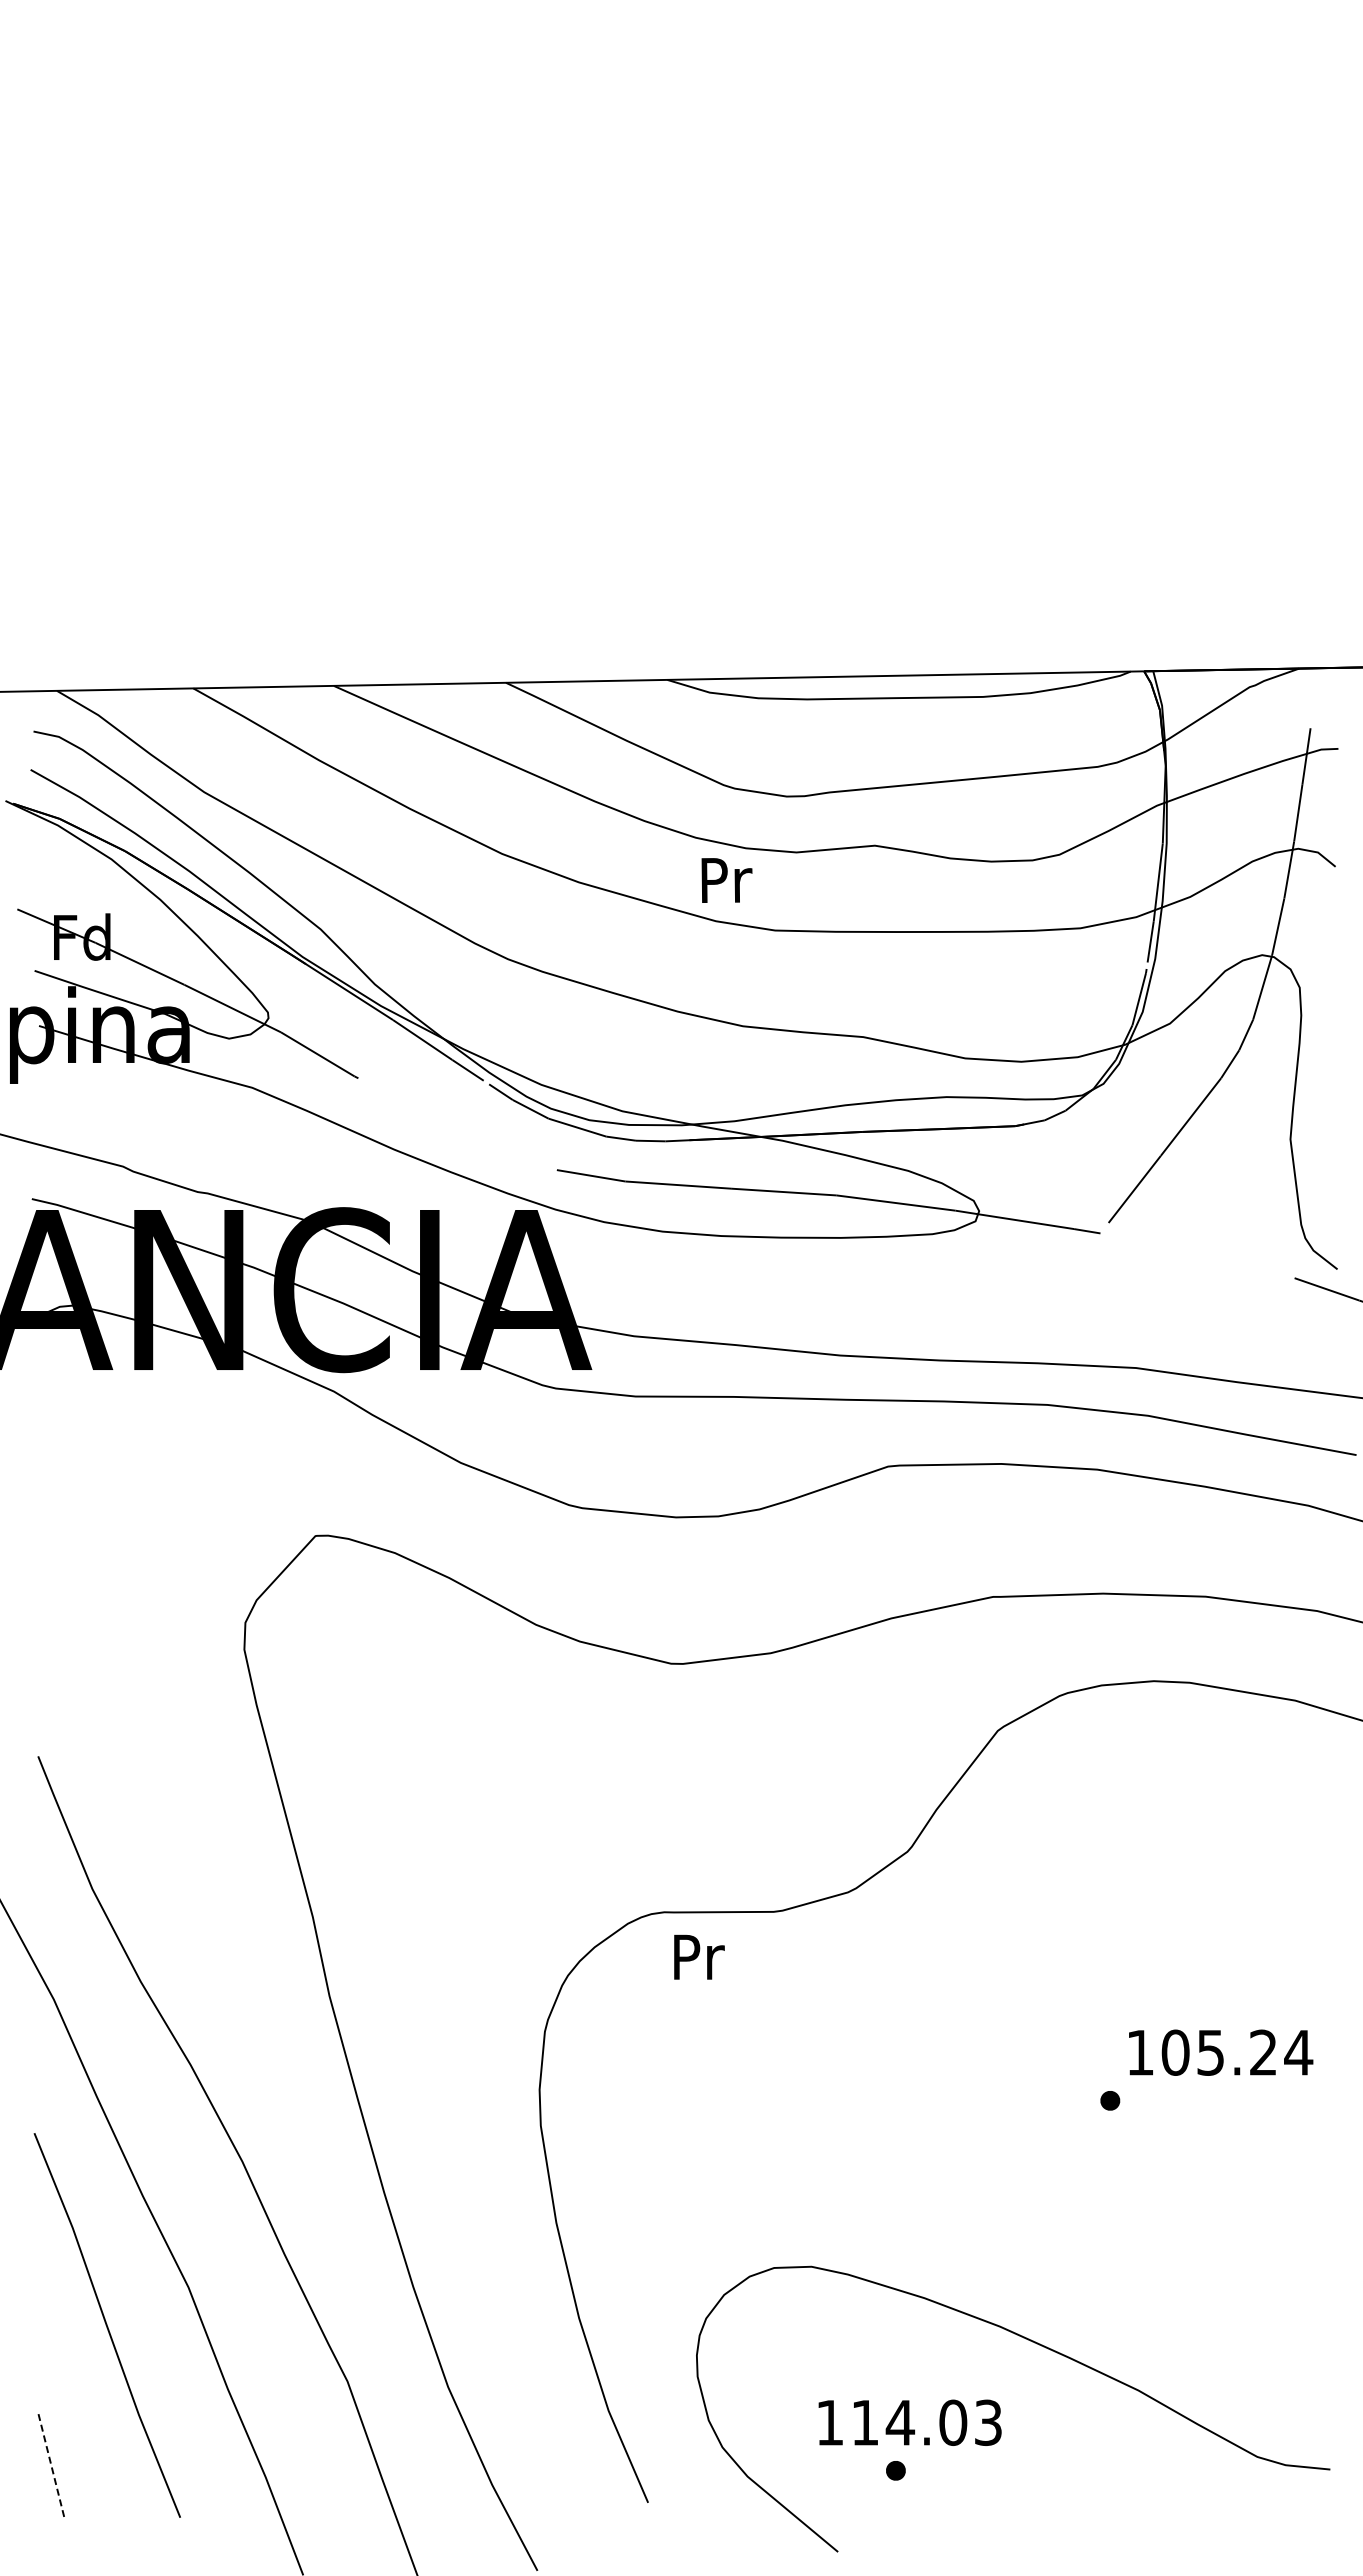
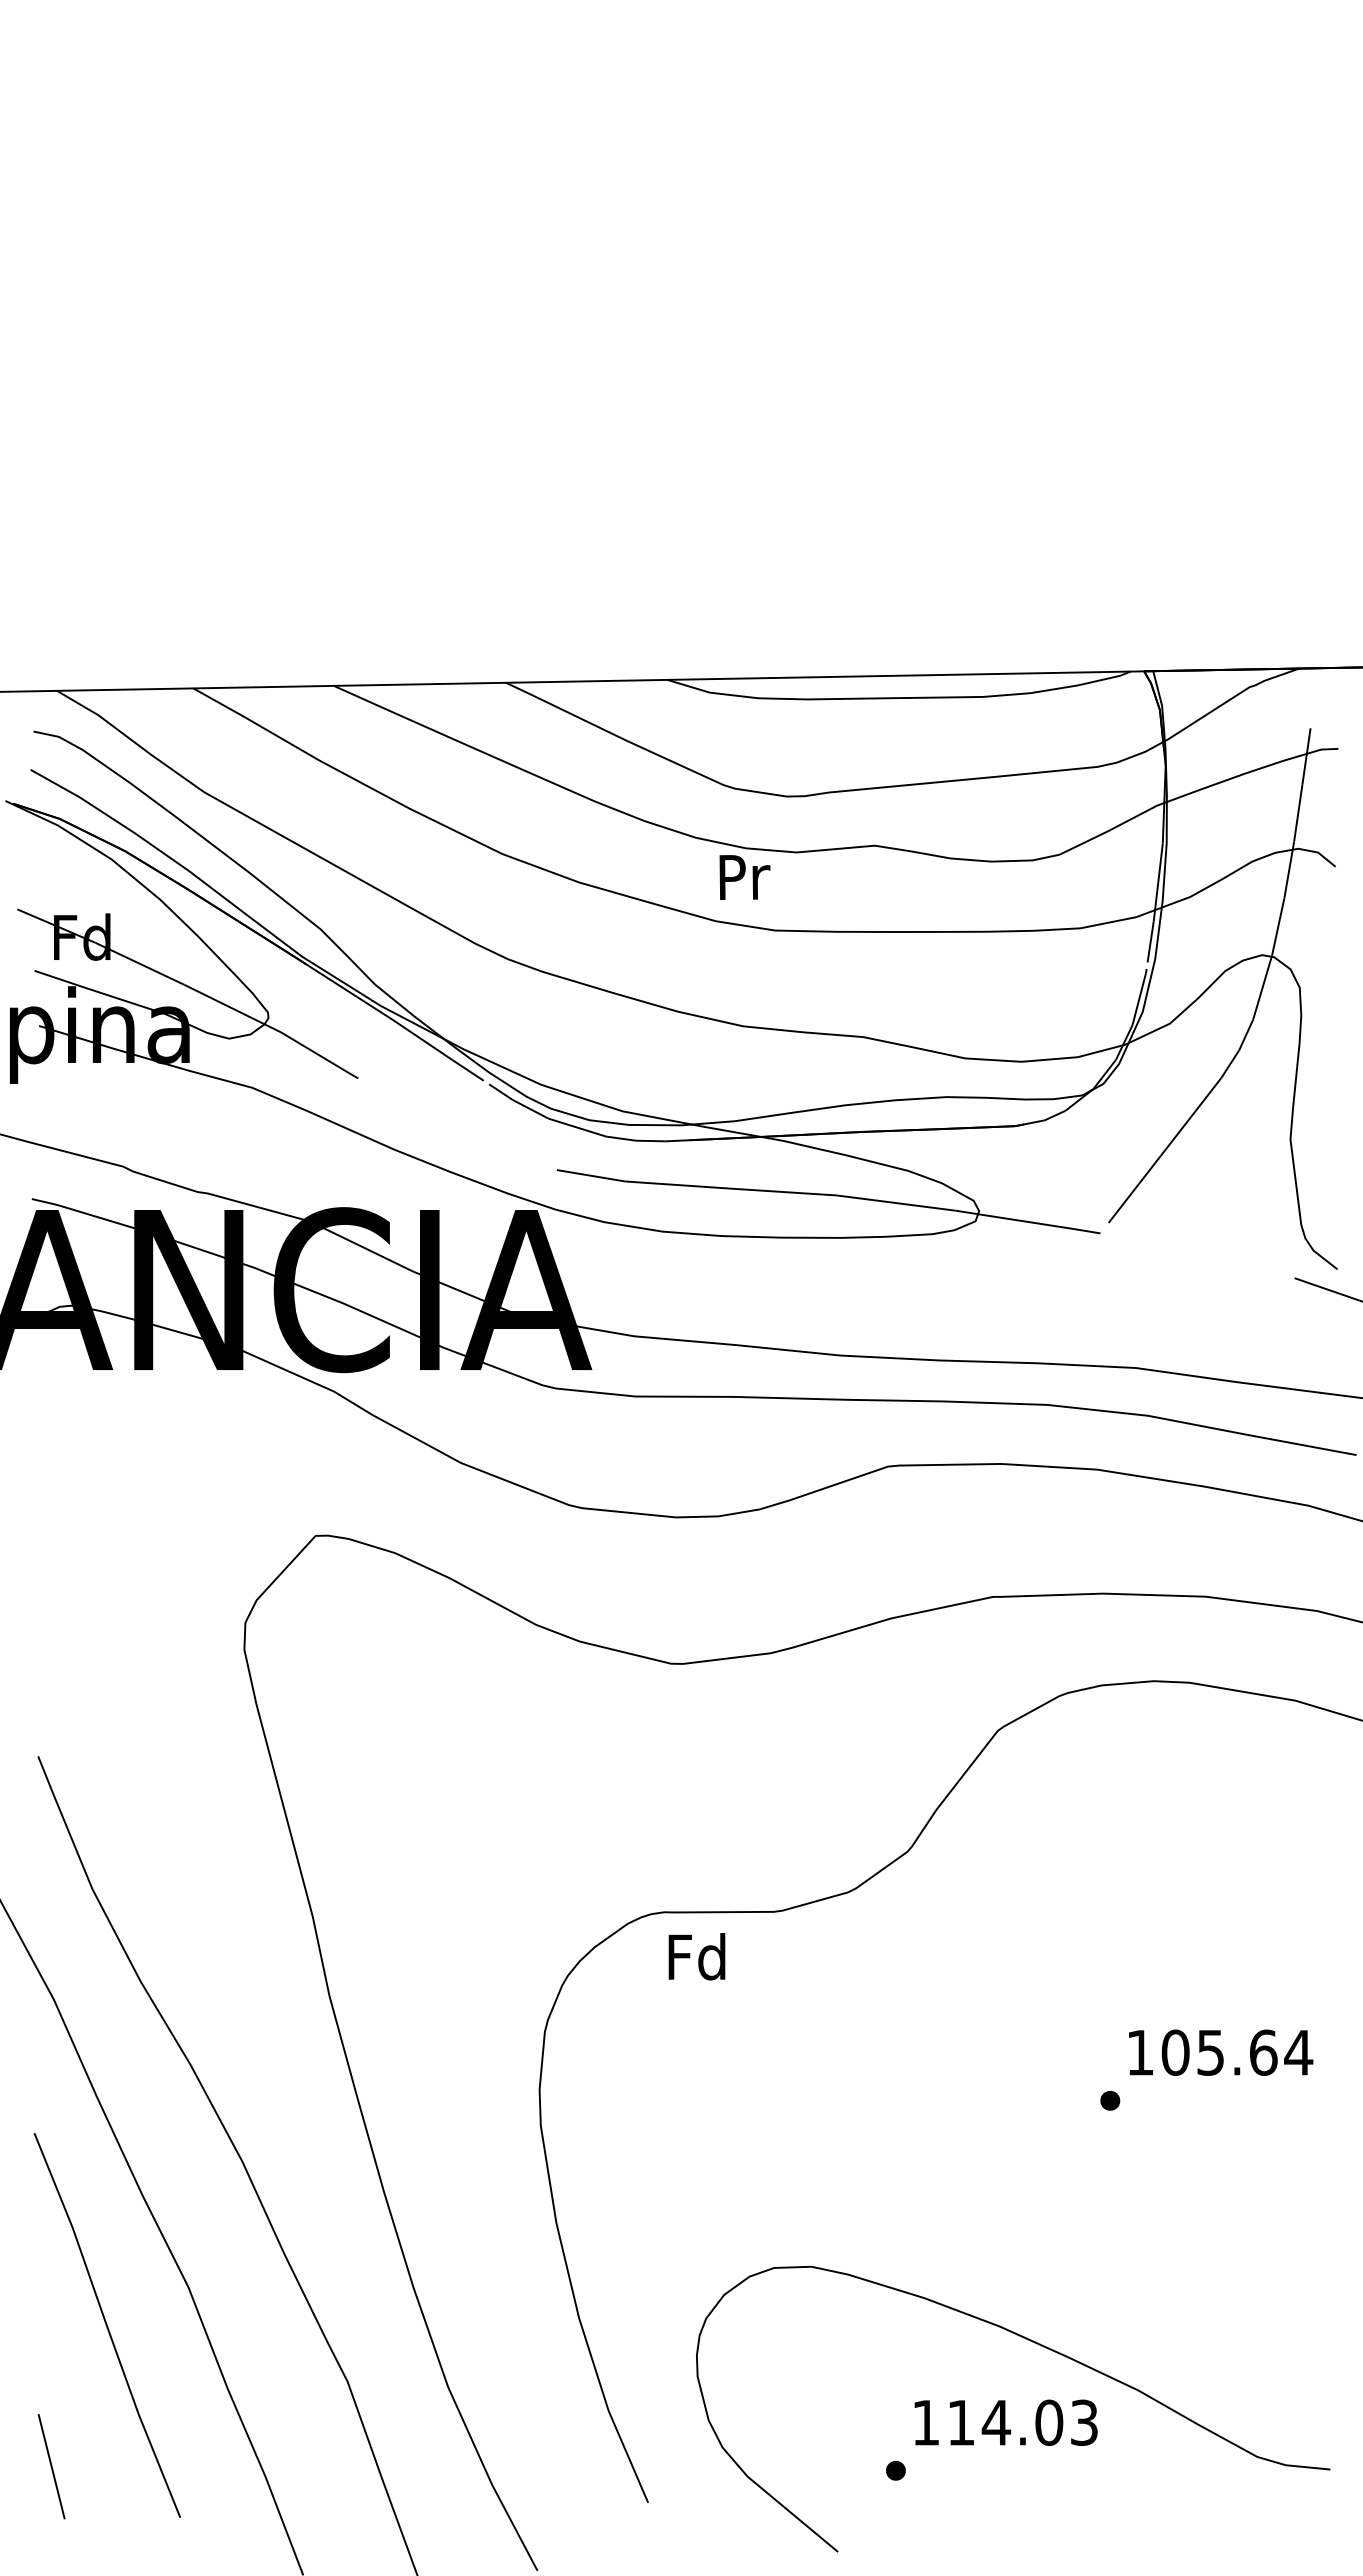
text at (726, 880) position: (726, 880) -> (744, 877)
text at (696, 1956): Pr -> Fd
text at (1263, 2052): 105.24 -> 105.64
text at (909, 2422) position: (909, 2422) -> (1005, 2422)
line at (51, 2467): dashed -> solid
